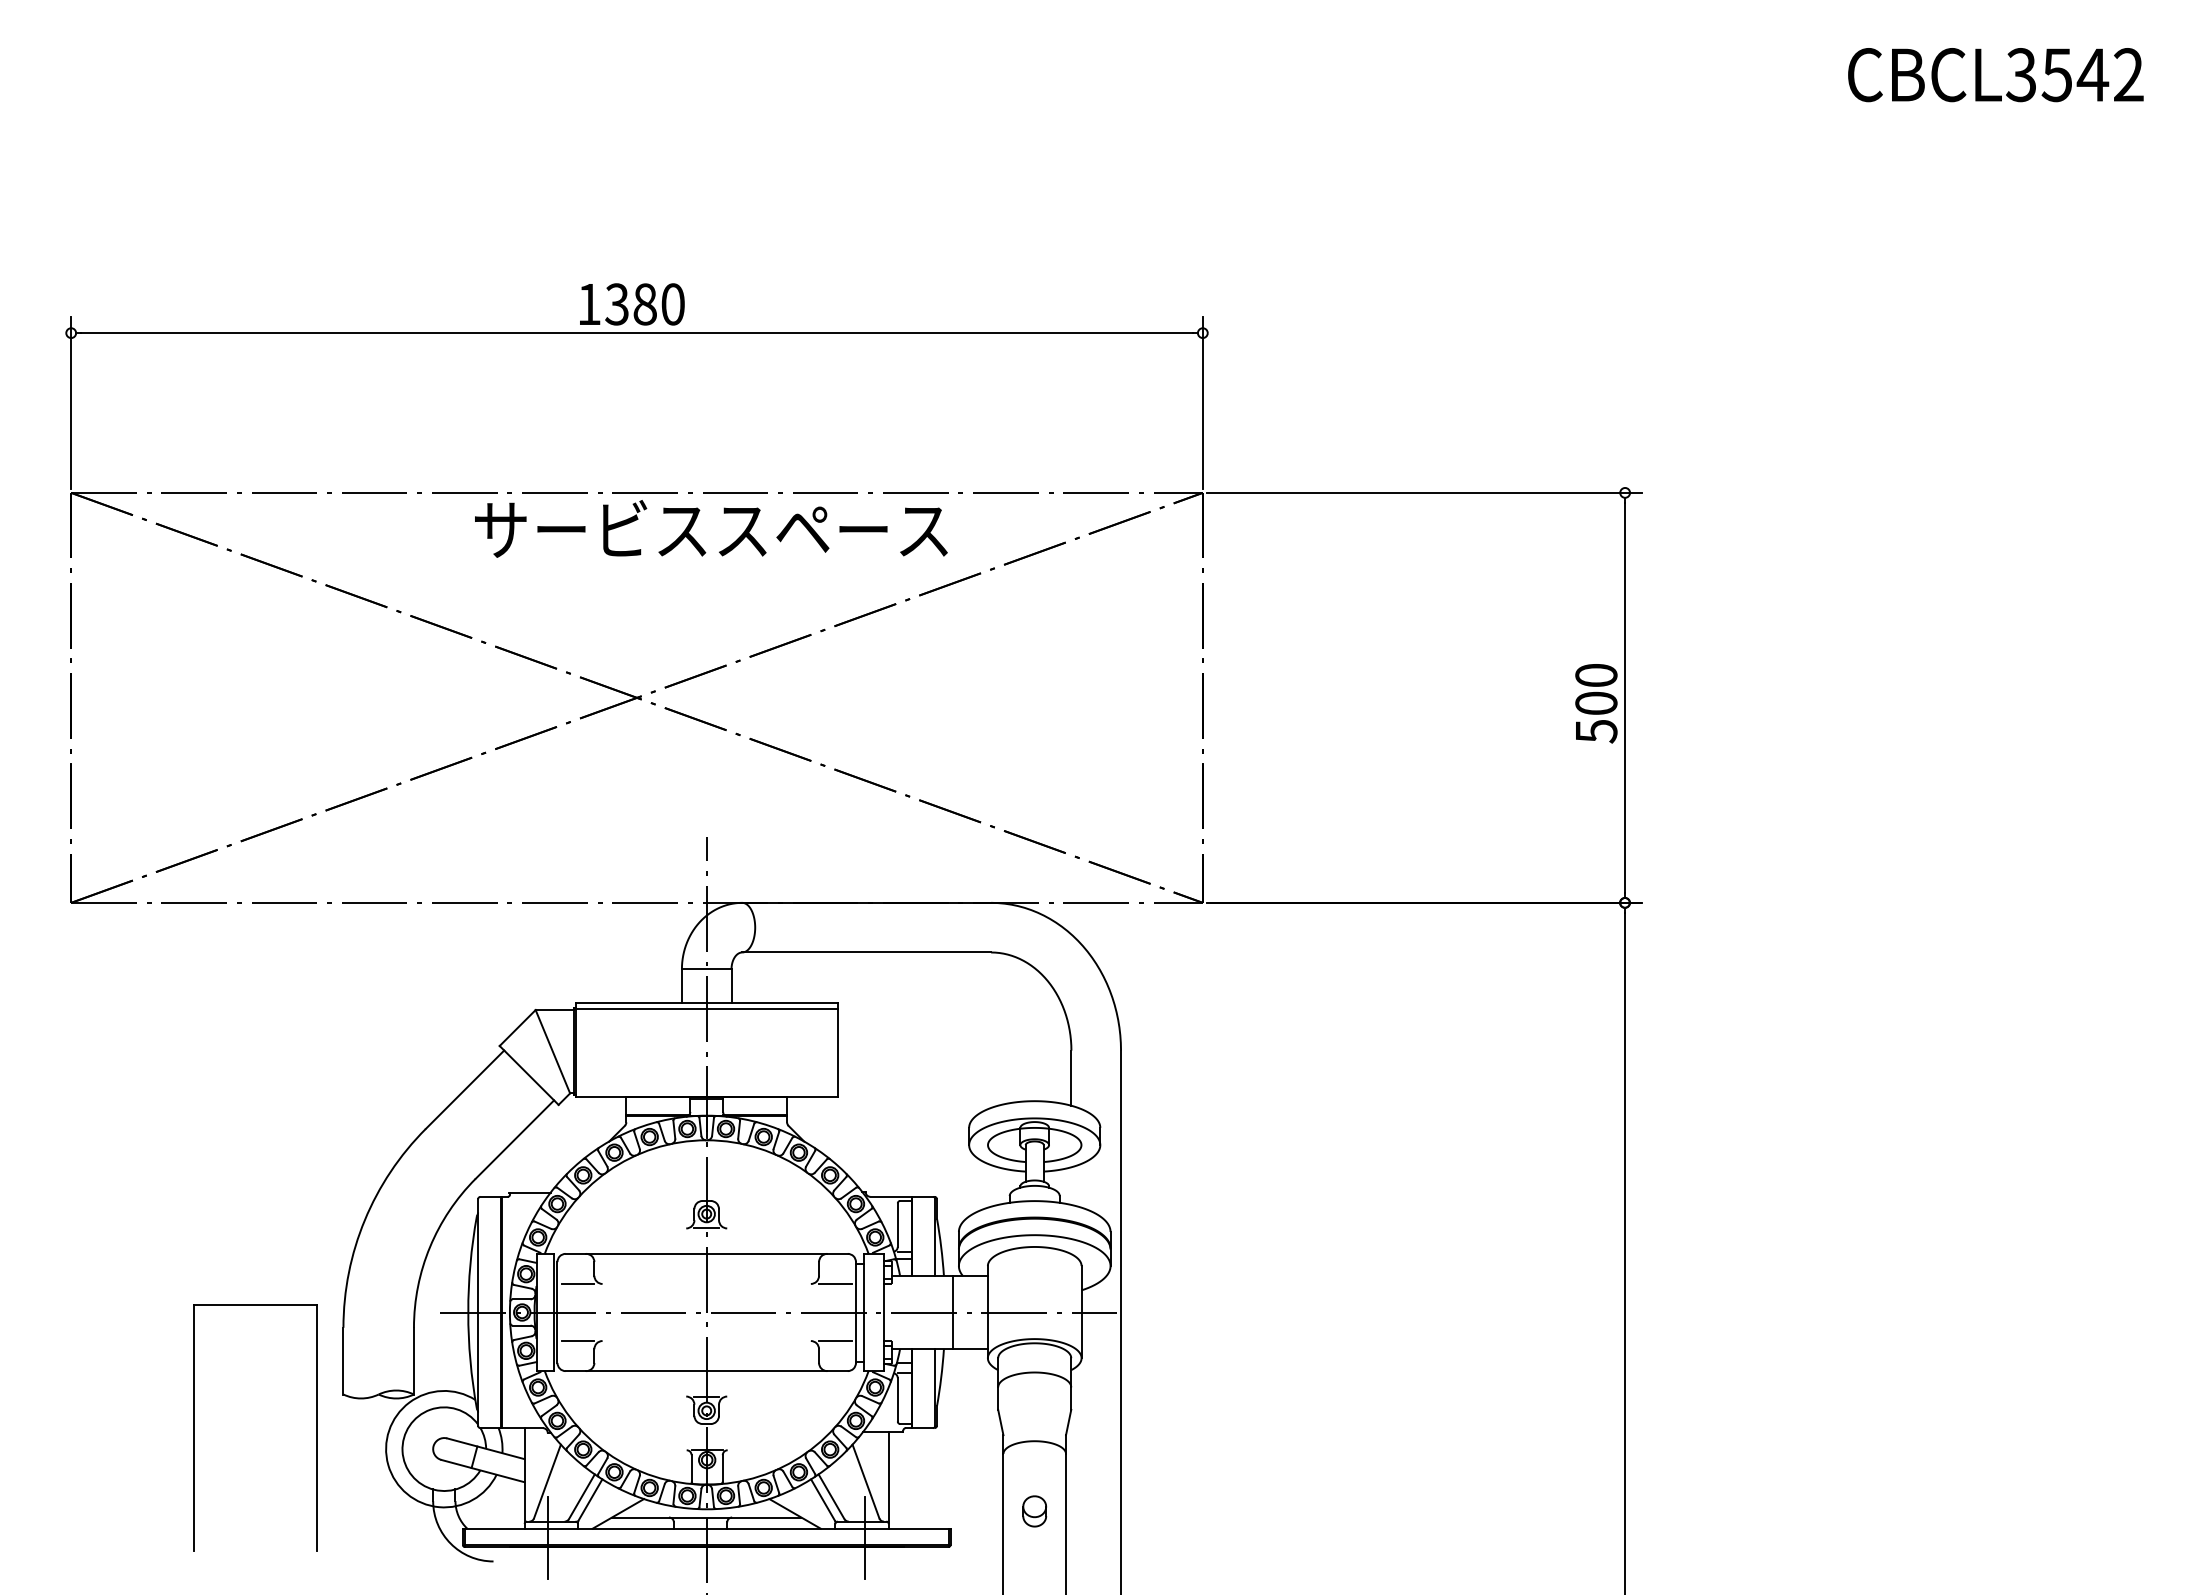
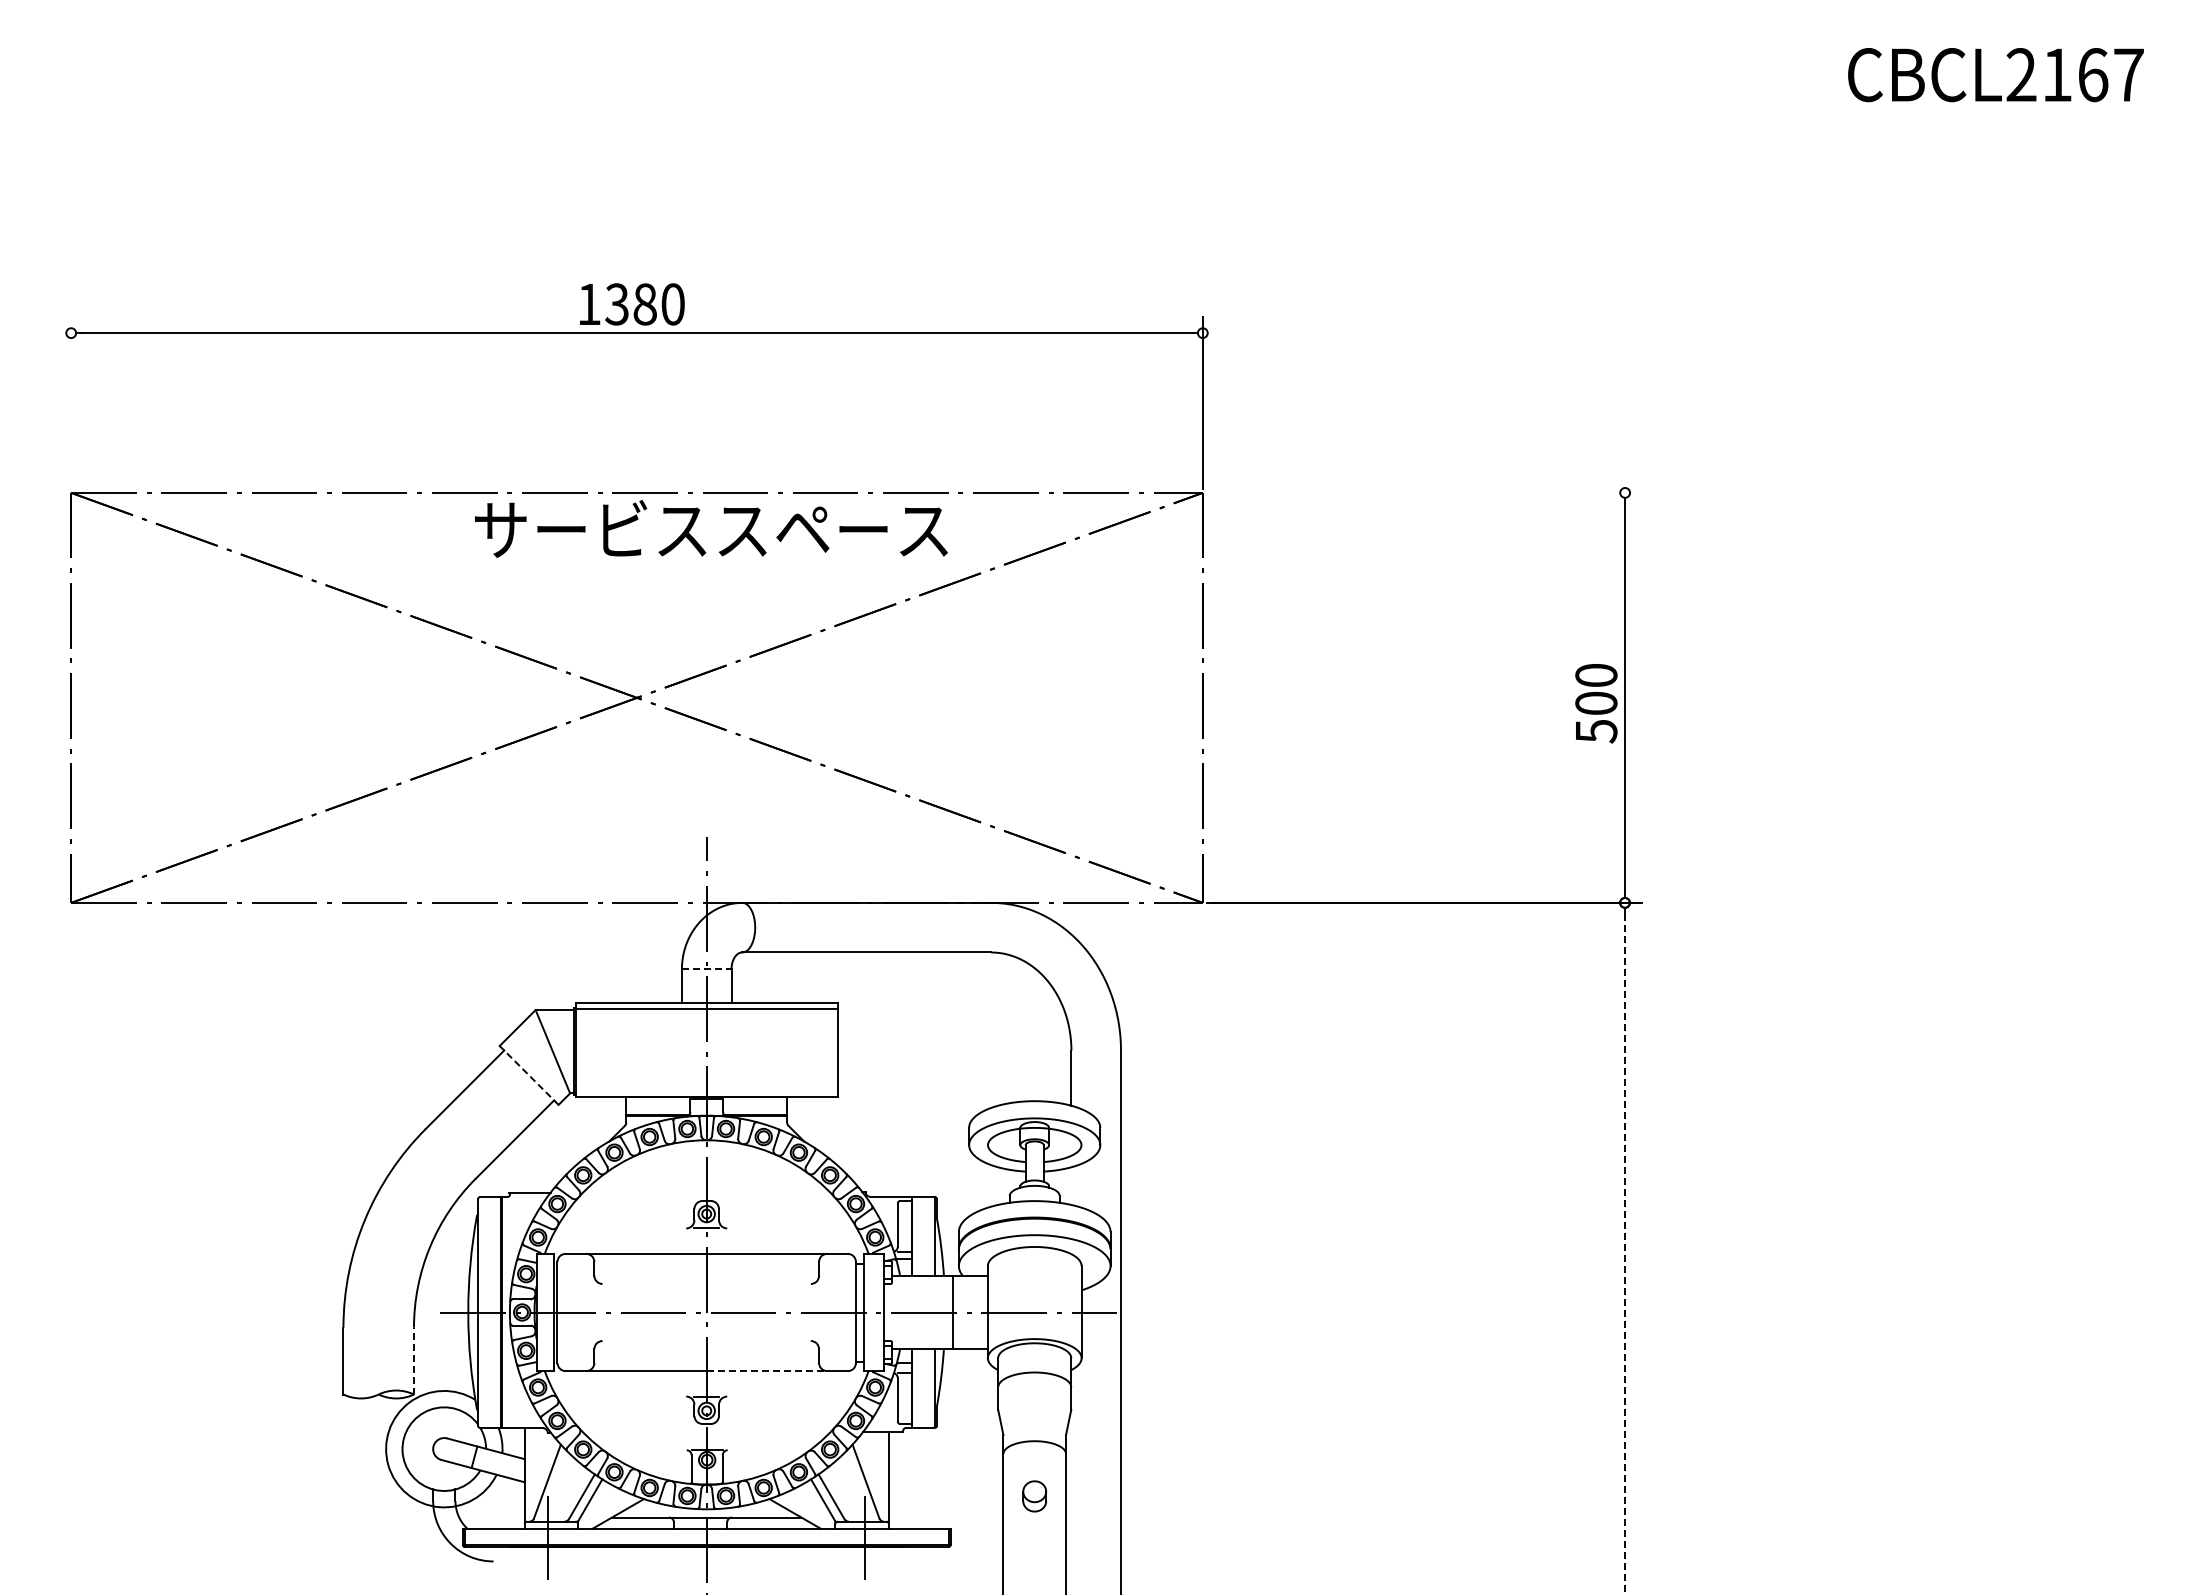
text at (2074, 75): CBCL3542 -> CBCL2167
line at (71, 402): present -> none
line at (1423, 492): present -> none
line at (706, 969): solid -> dashed
line at (529, 1075): solid -> dashed
line at (1624, 1253): solid -> dashed
line at (577, 1283): present -> none
line at (835, 1283): present -> none
line at (577, 1341): present -> none
line at (835, 1341): present -> none
line at (413, 1360): solid -> dashed
line at (767, 1371): solid -> dashed
part at (194, 1427): present -> none
part at (1034, 1511) position: (1034, 1511) -> (1034, 1496)
